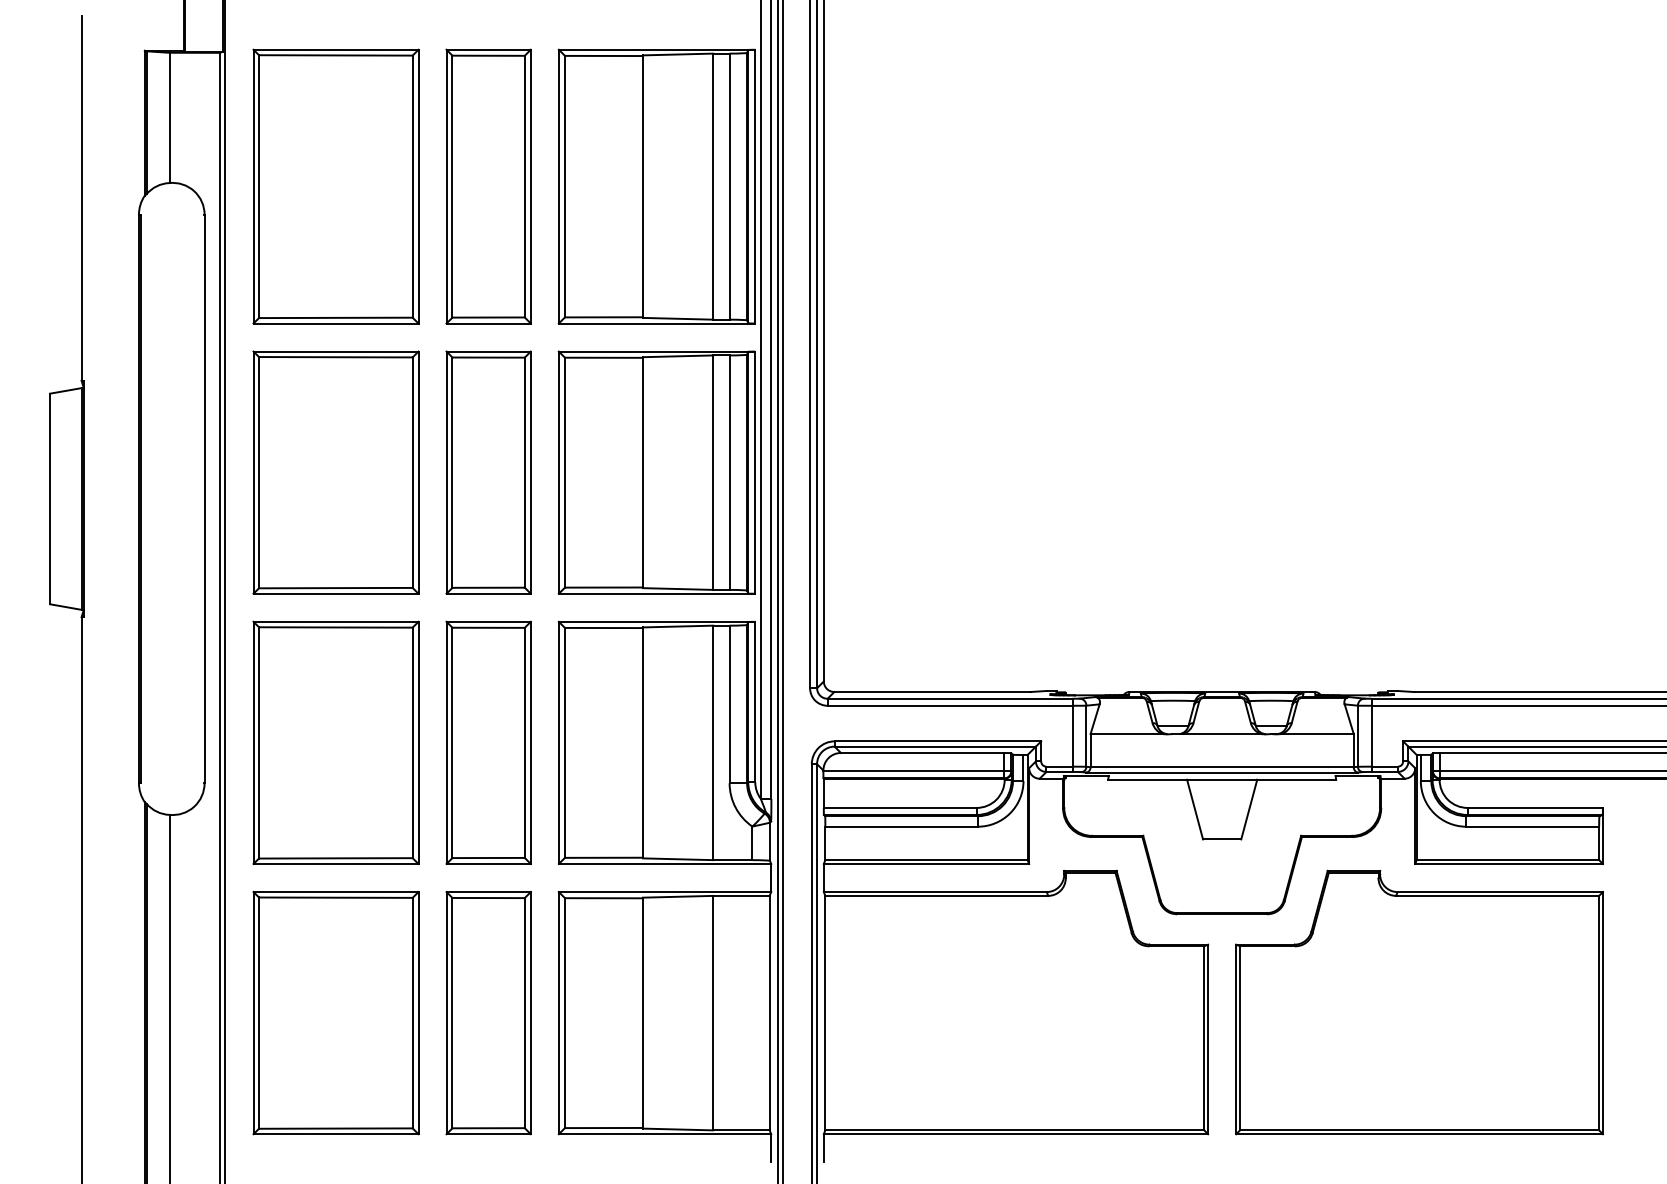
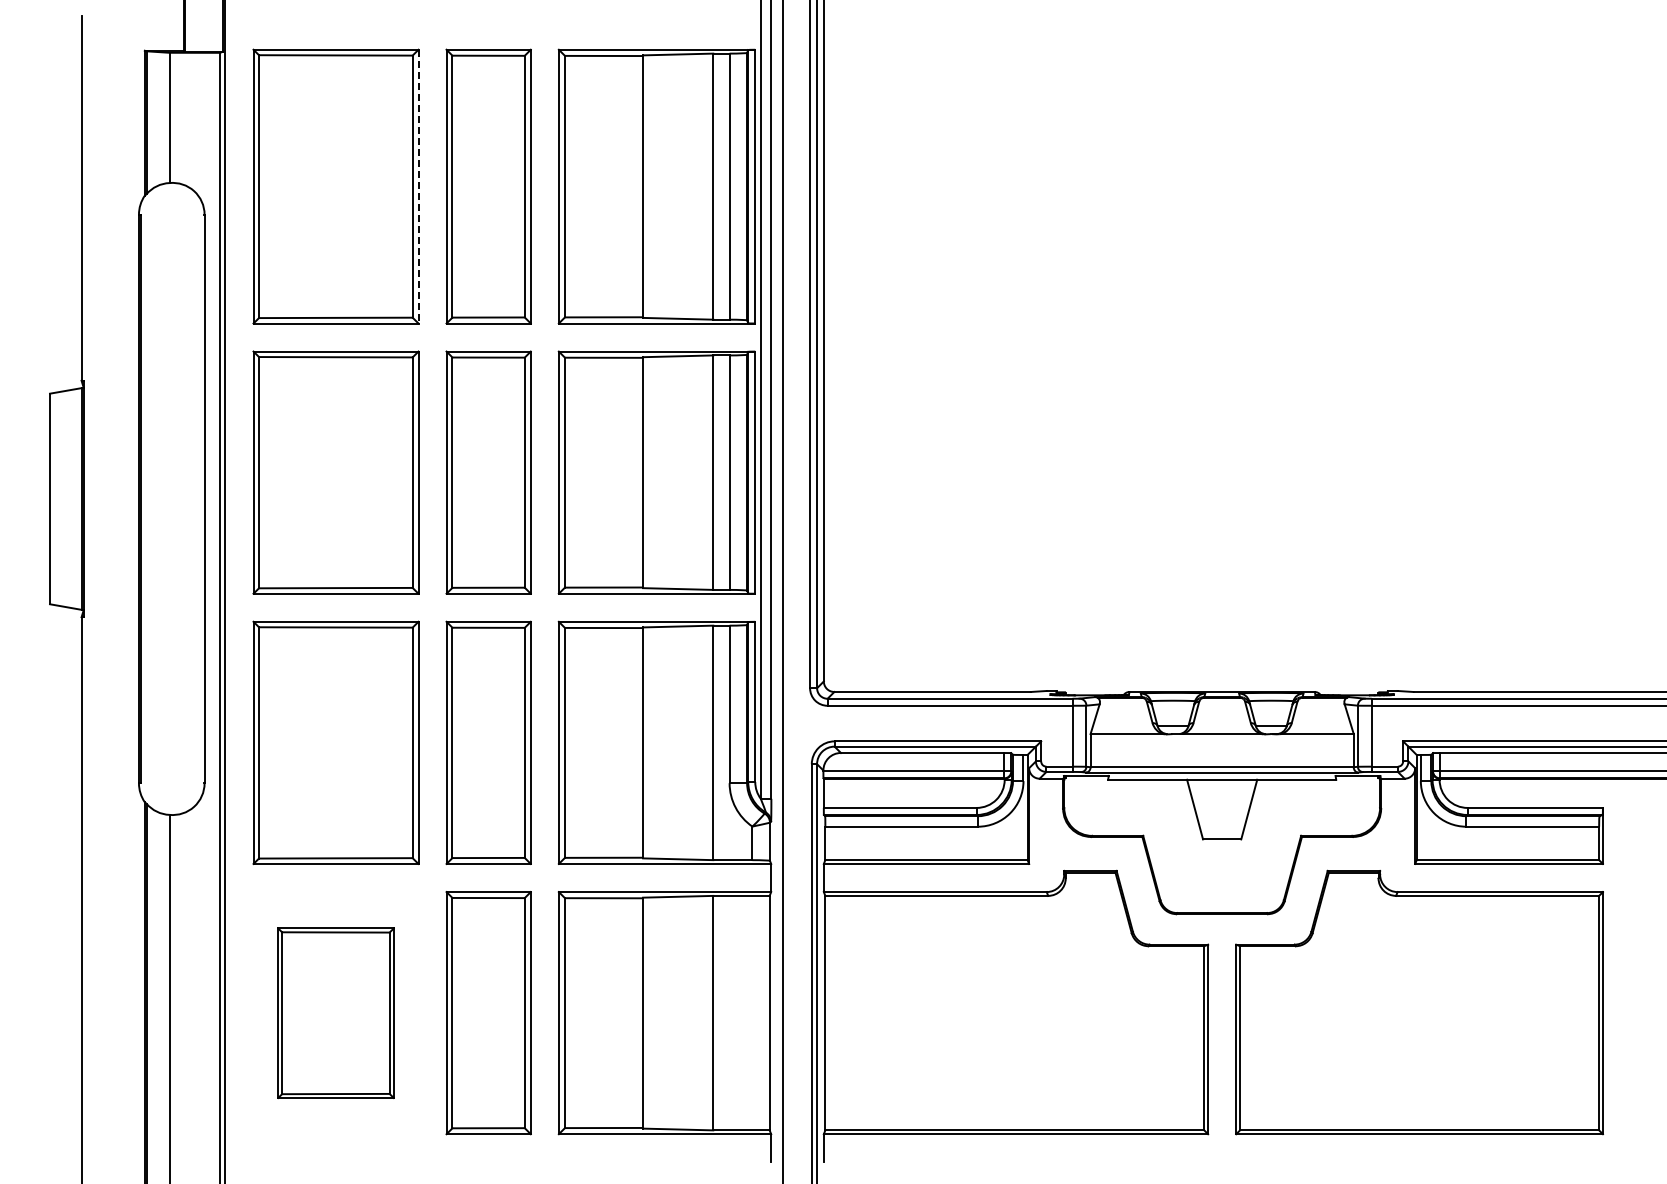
line at (418, 186): solid -> dashed
line at (777, 591): present -> none
part at (335, 1013) size: 168x245 px -> 118x172 px
